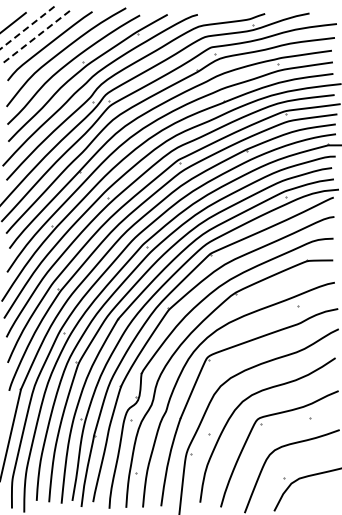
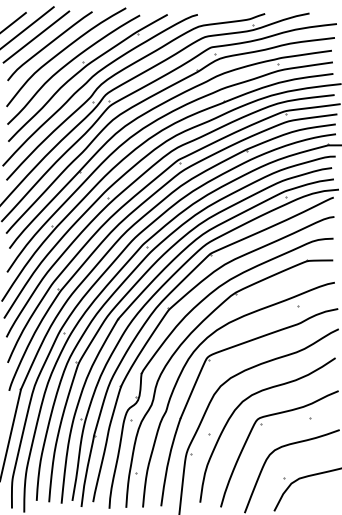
line at (27, 27): dashed -> solid
line at (36, 37): dashed -> solid
